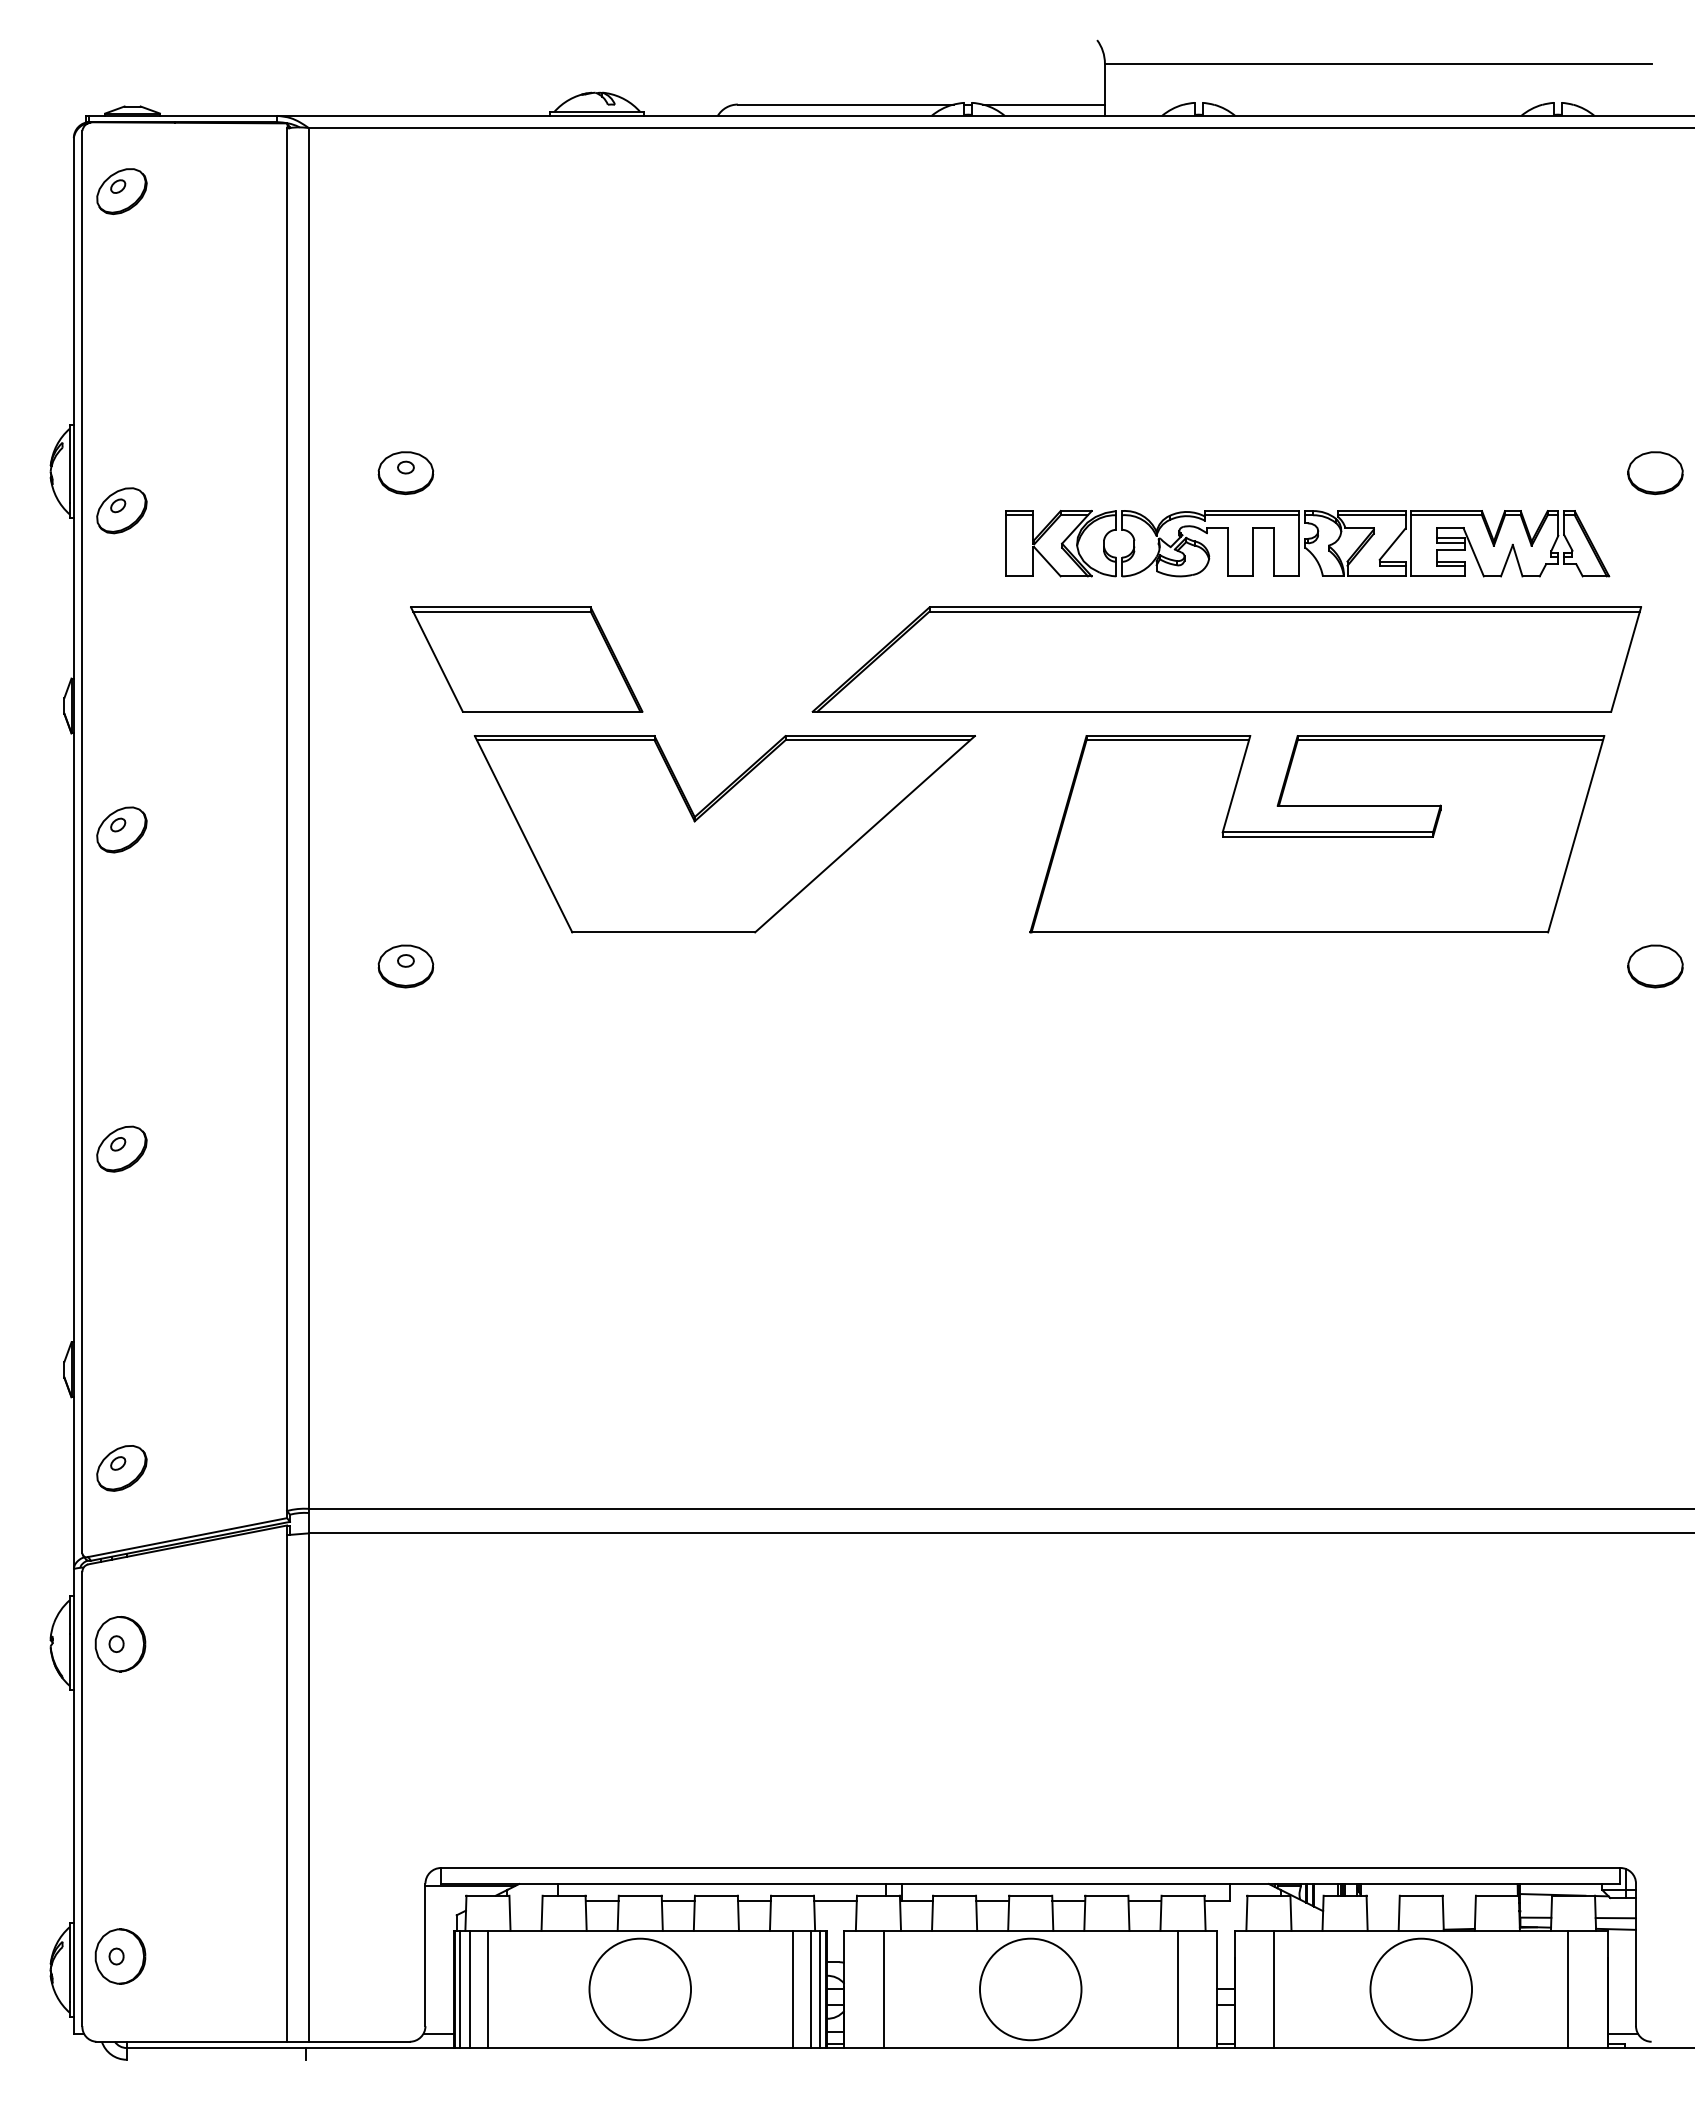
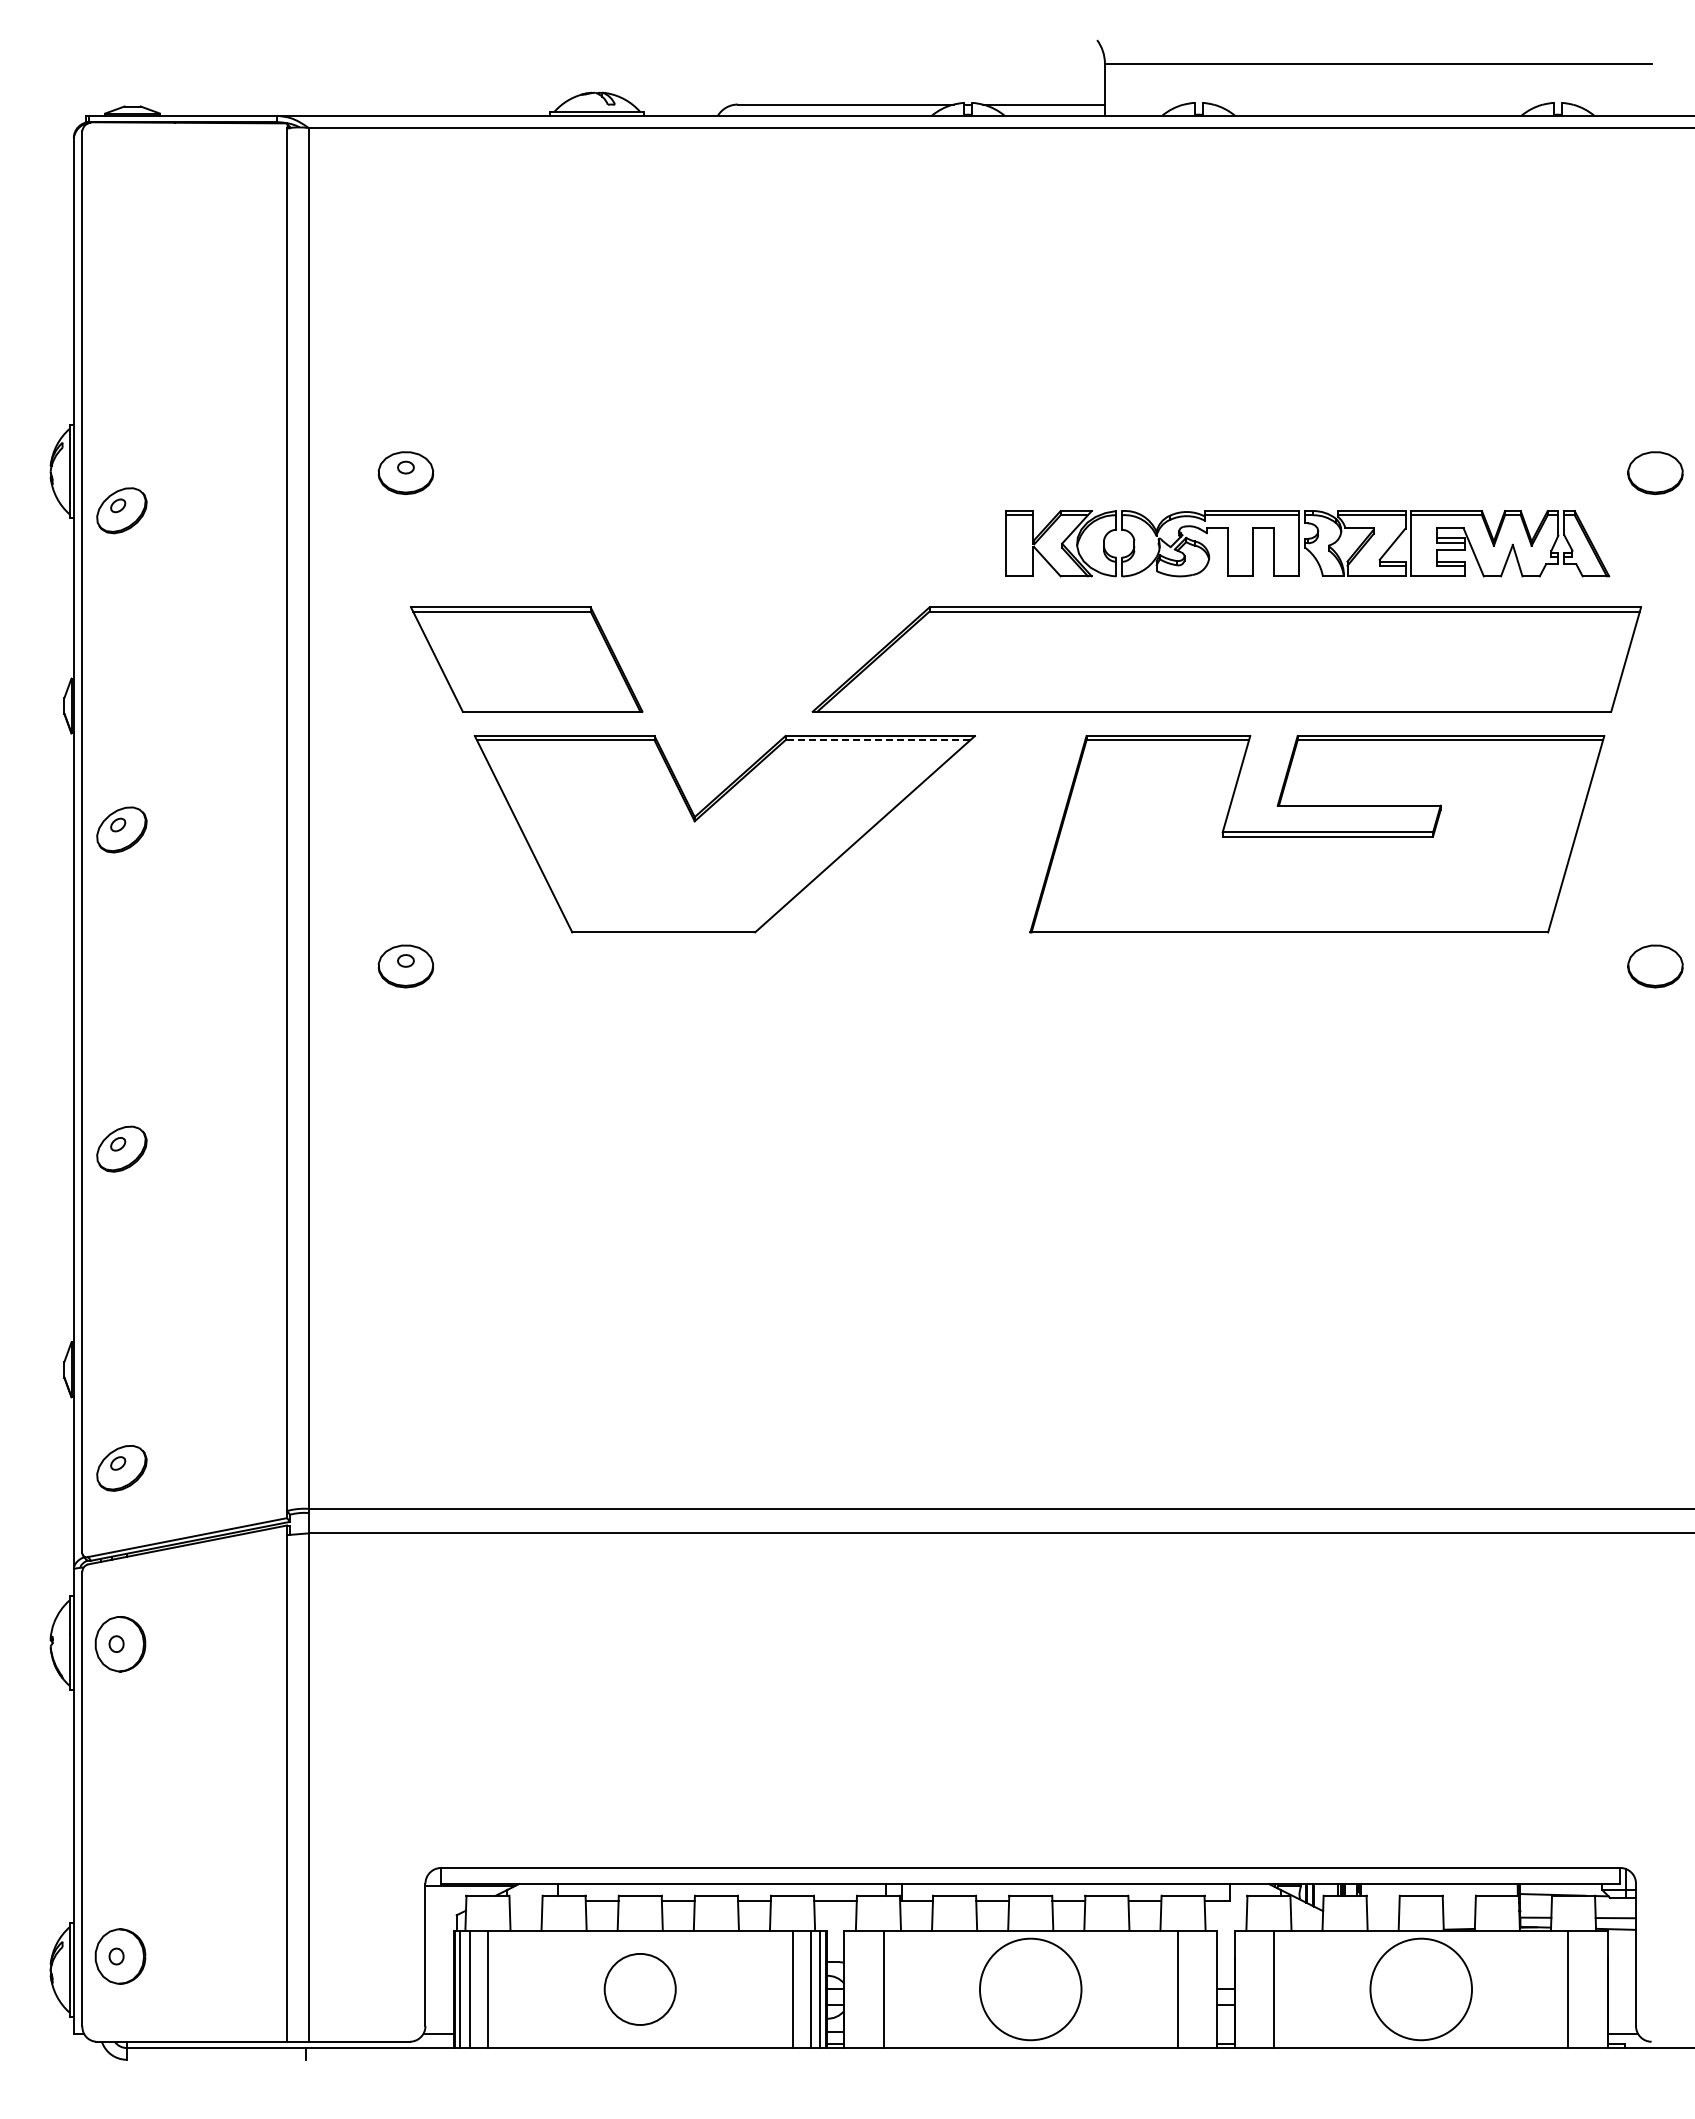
part at (121, 191): present -> none
line at (877, 740): solid -> dashed
circle at (640, 1989) diameter: 102 px -> 71 px
